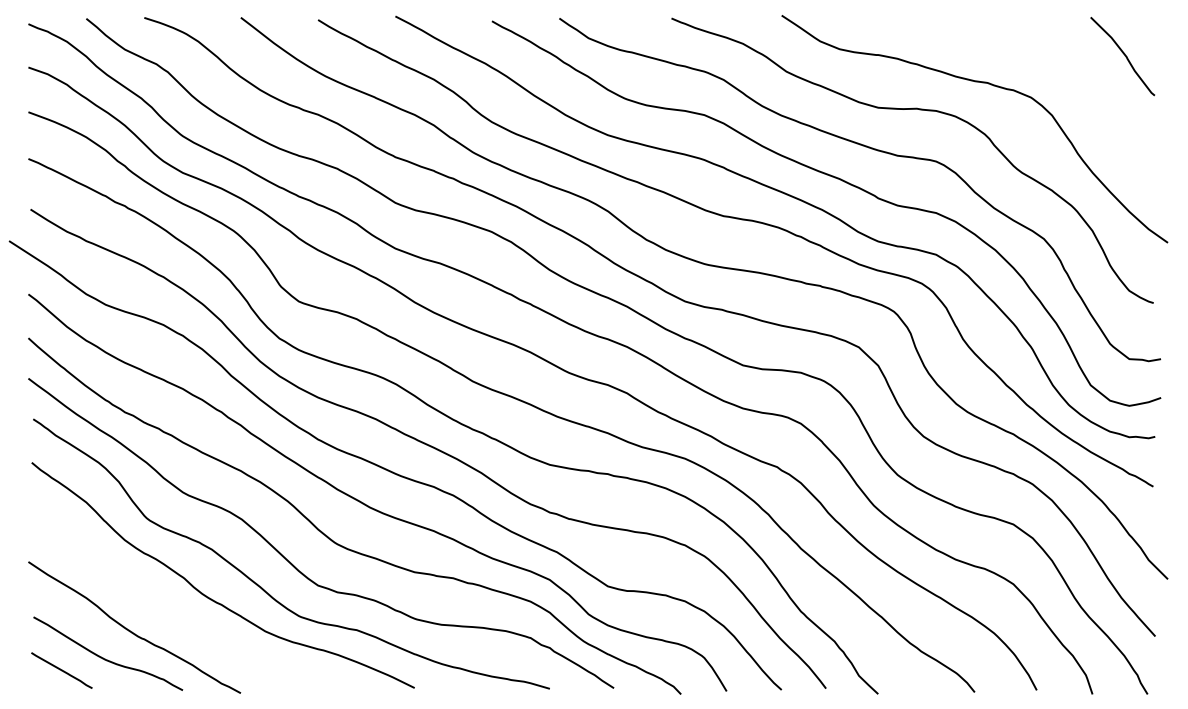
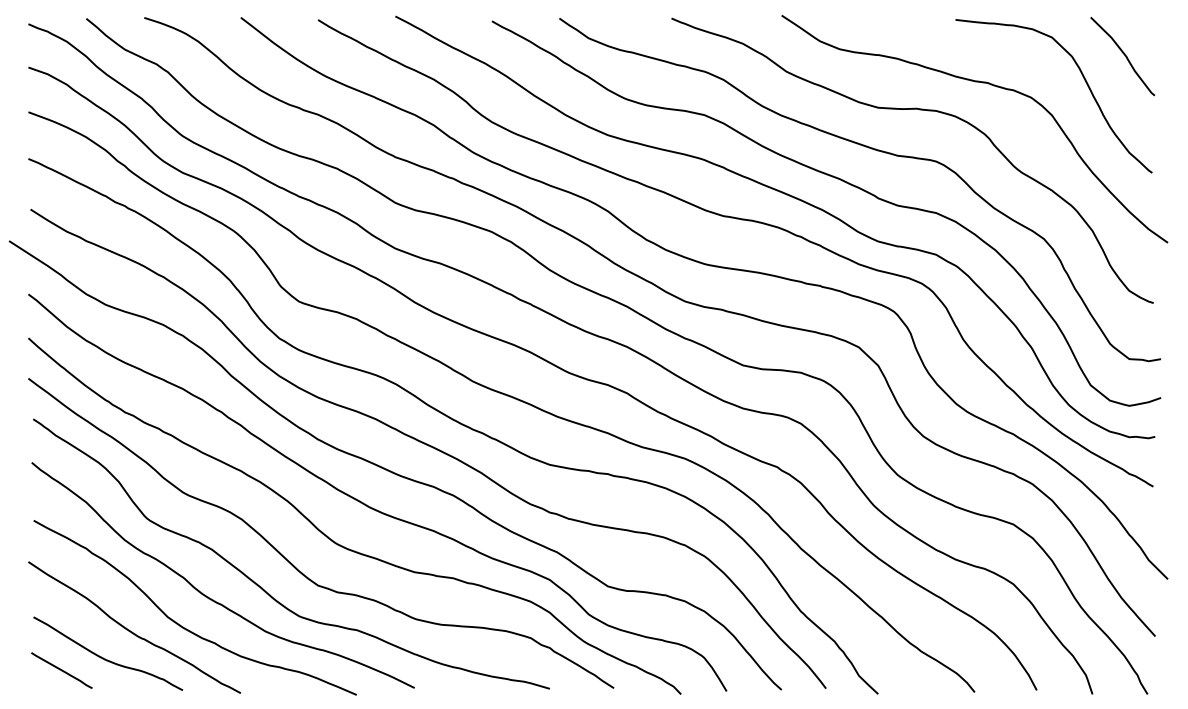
curve at (1084, 80): none -> present
curve at (183, 626): none -> present
